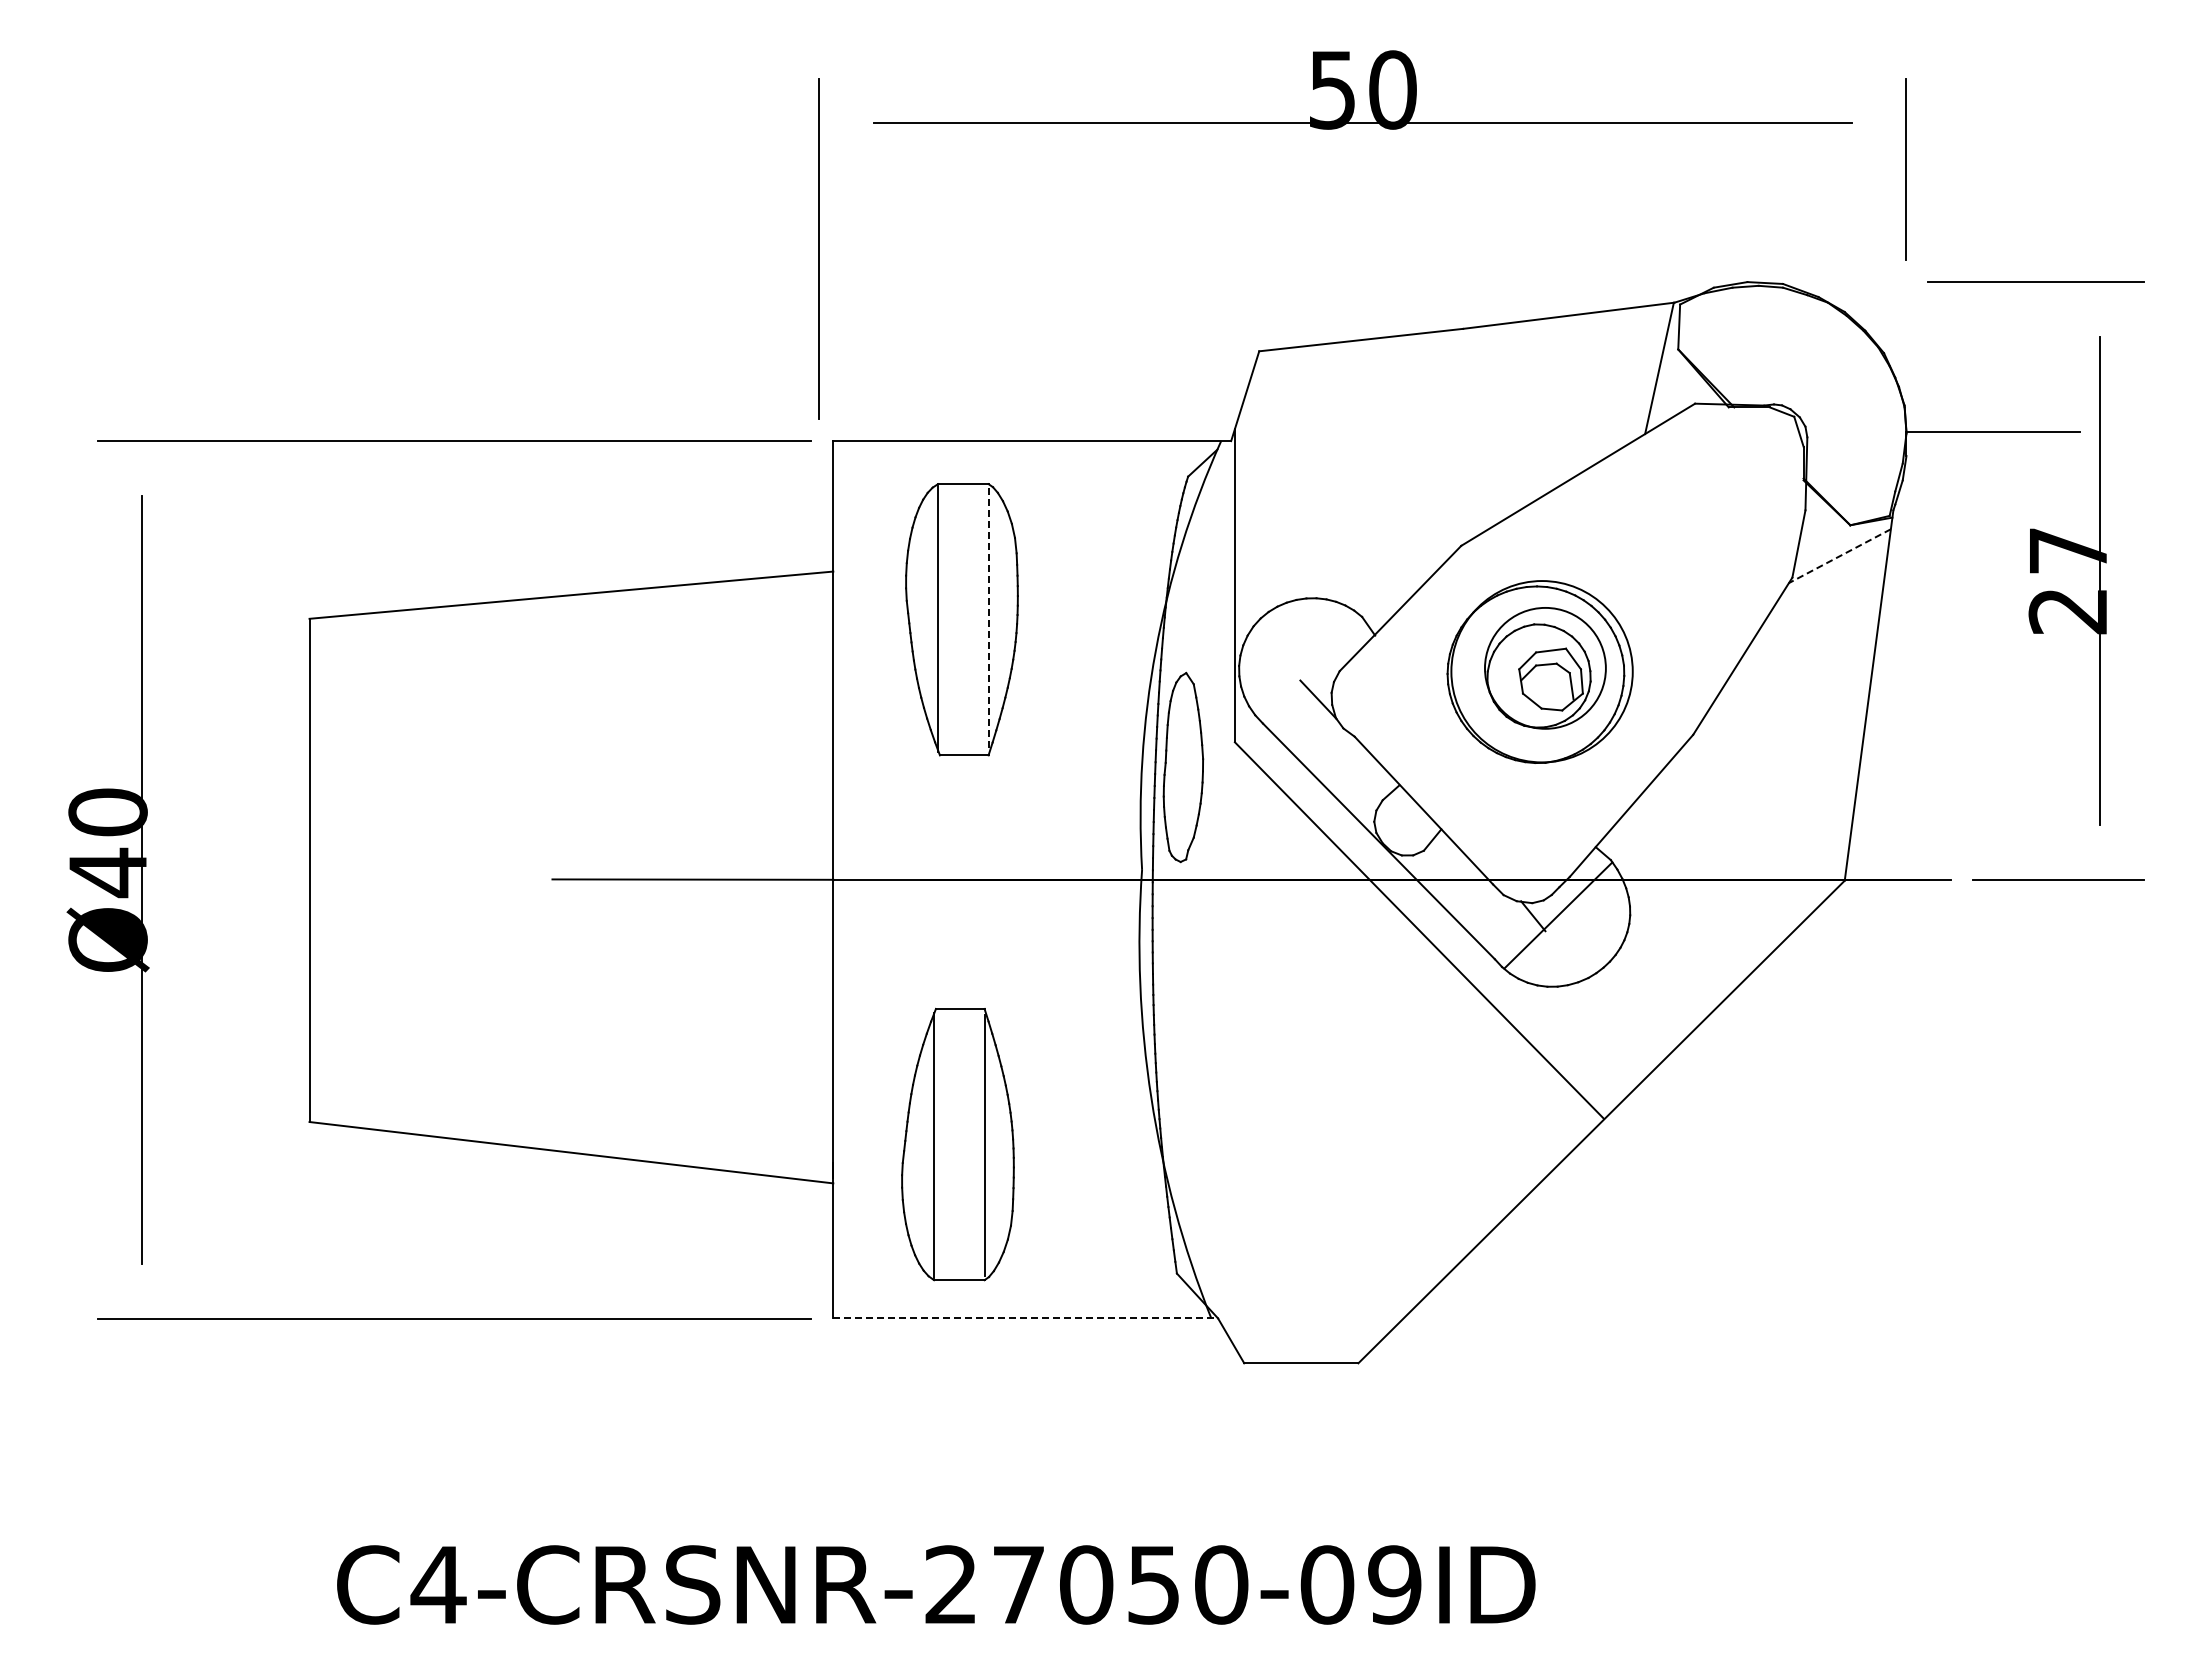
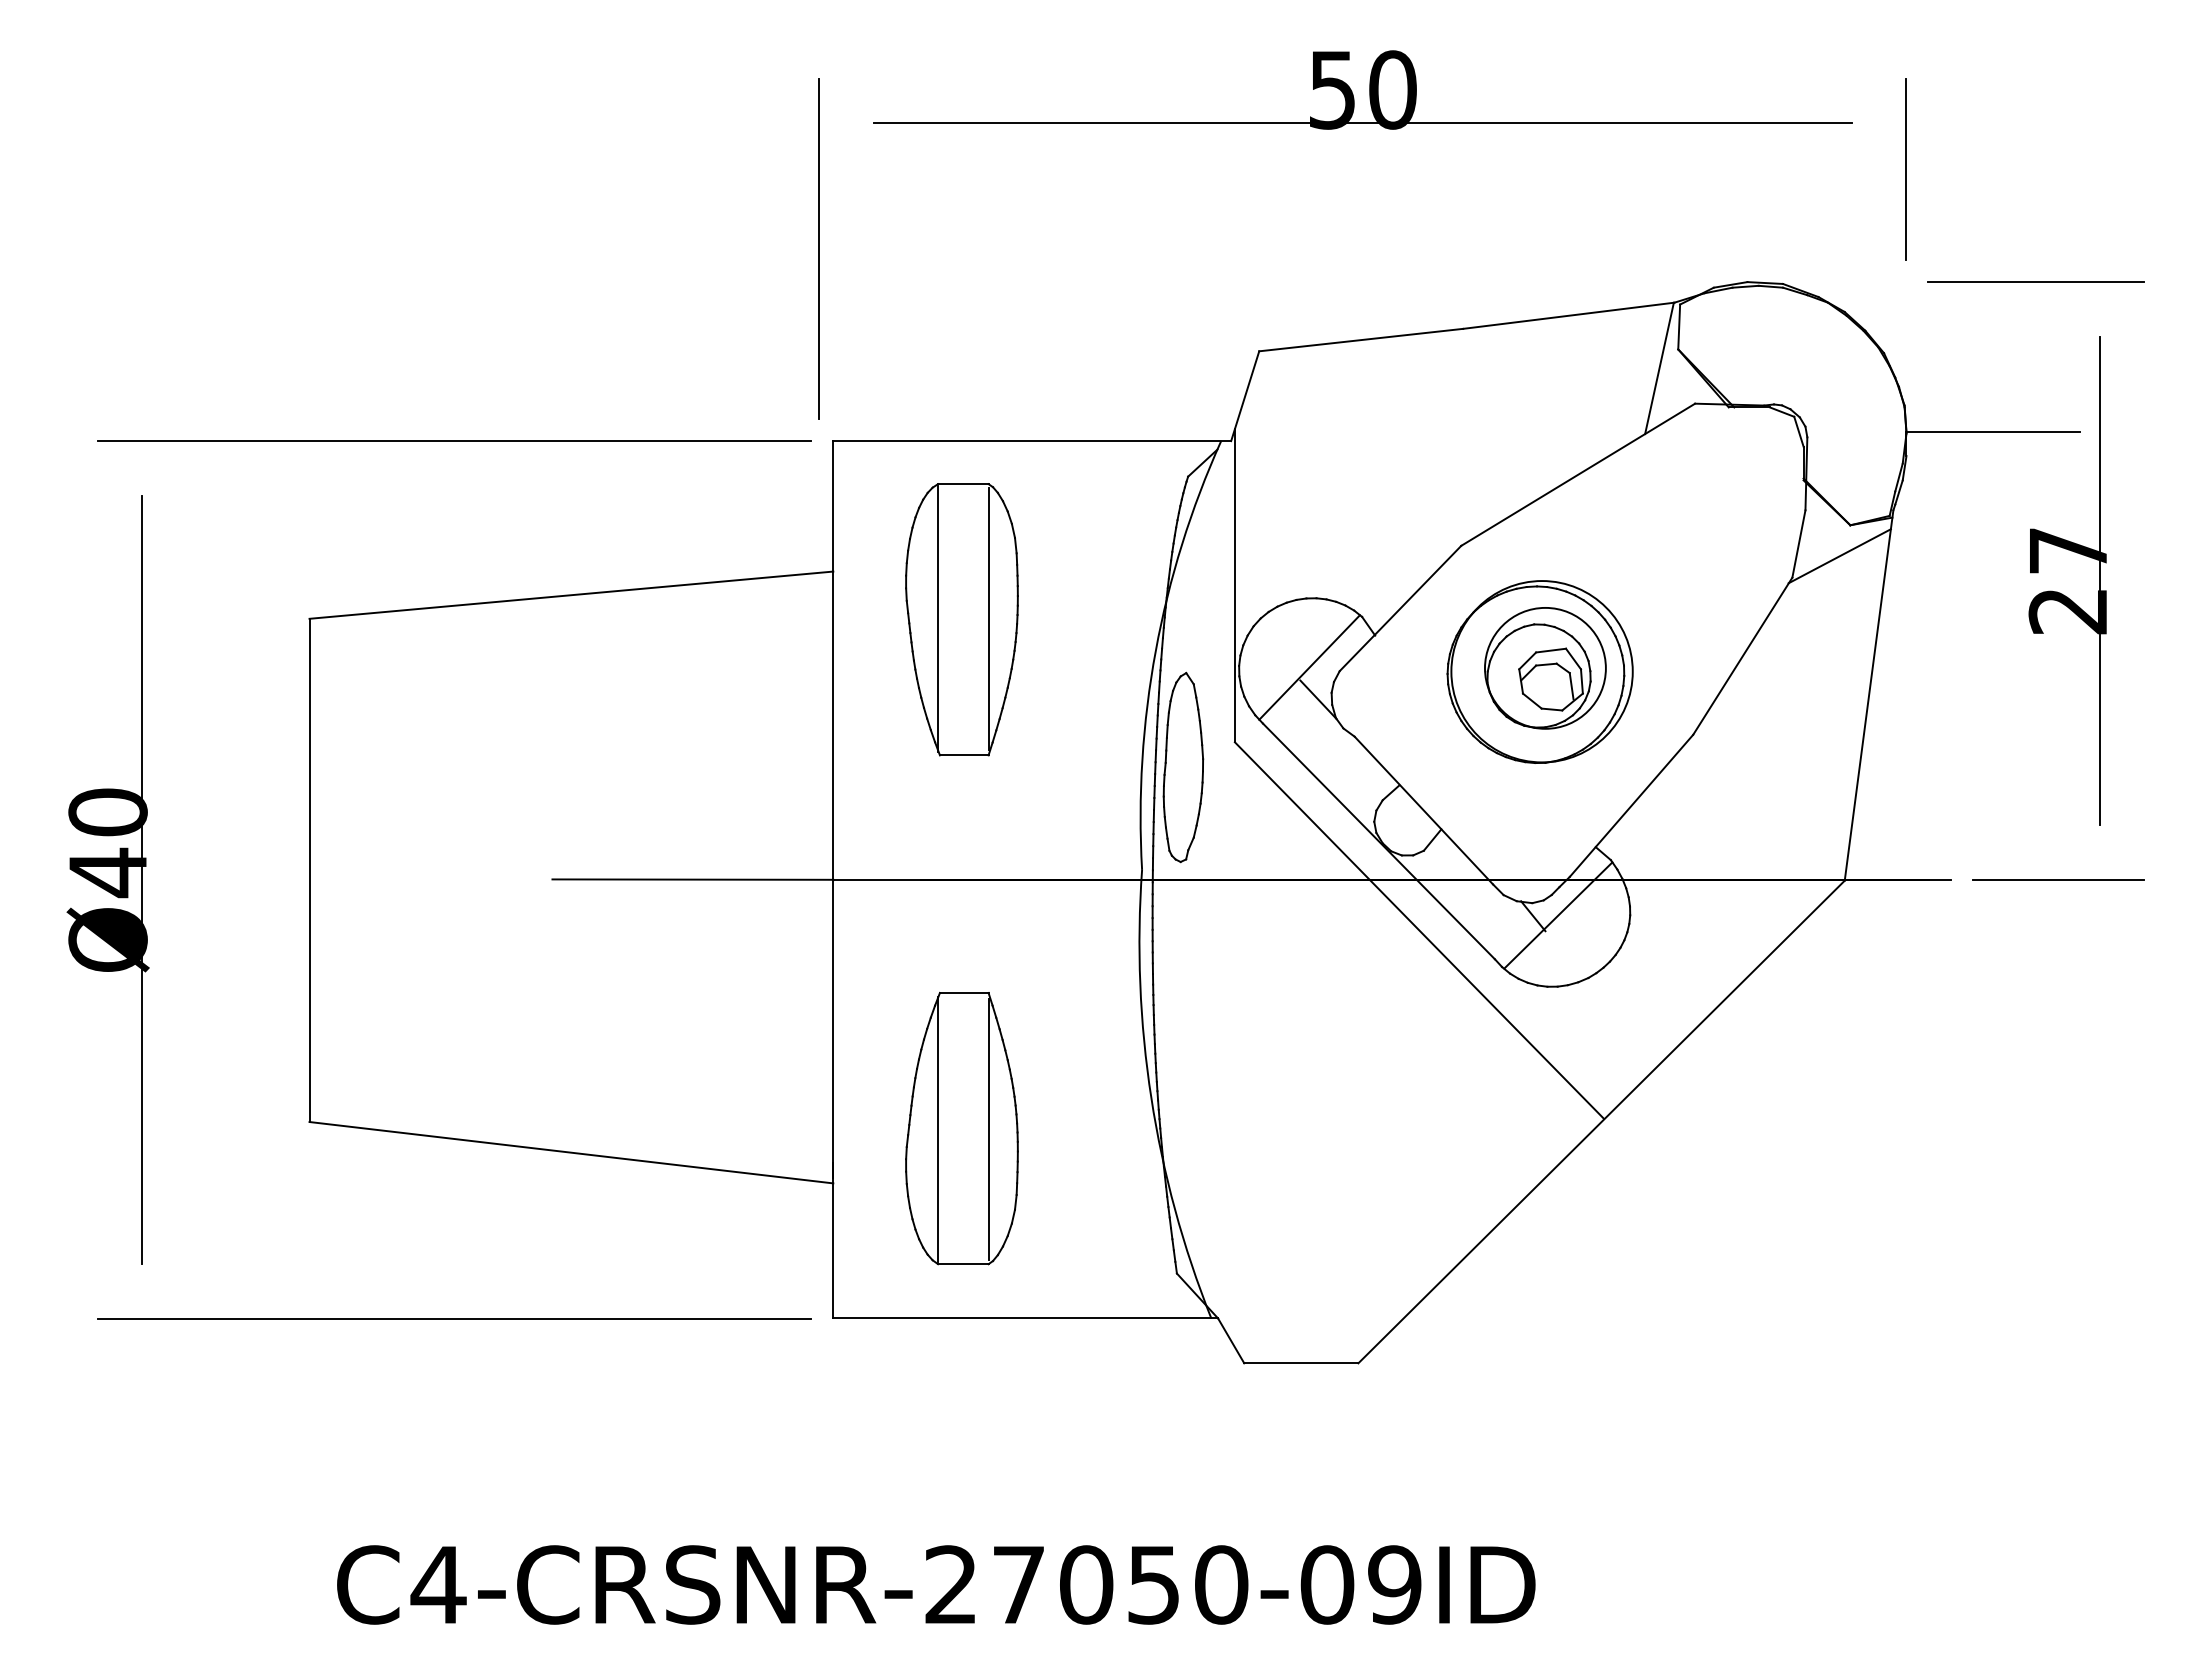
line at (1839, 556): dashed -> solid
line at (988, 618): dashed -> solid
line at (1309, 667): none -> present
part at (957, 1144) position: (957, 1144) -> (961, 1128)
line at (1026, 1318): dashed -> solid
